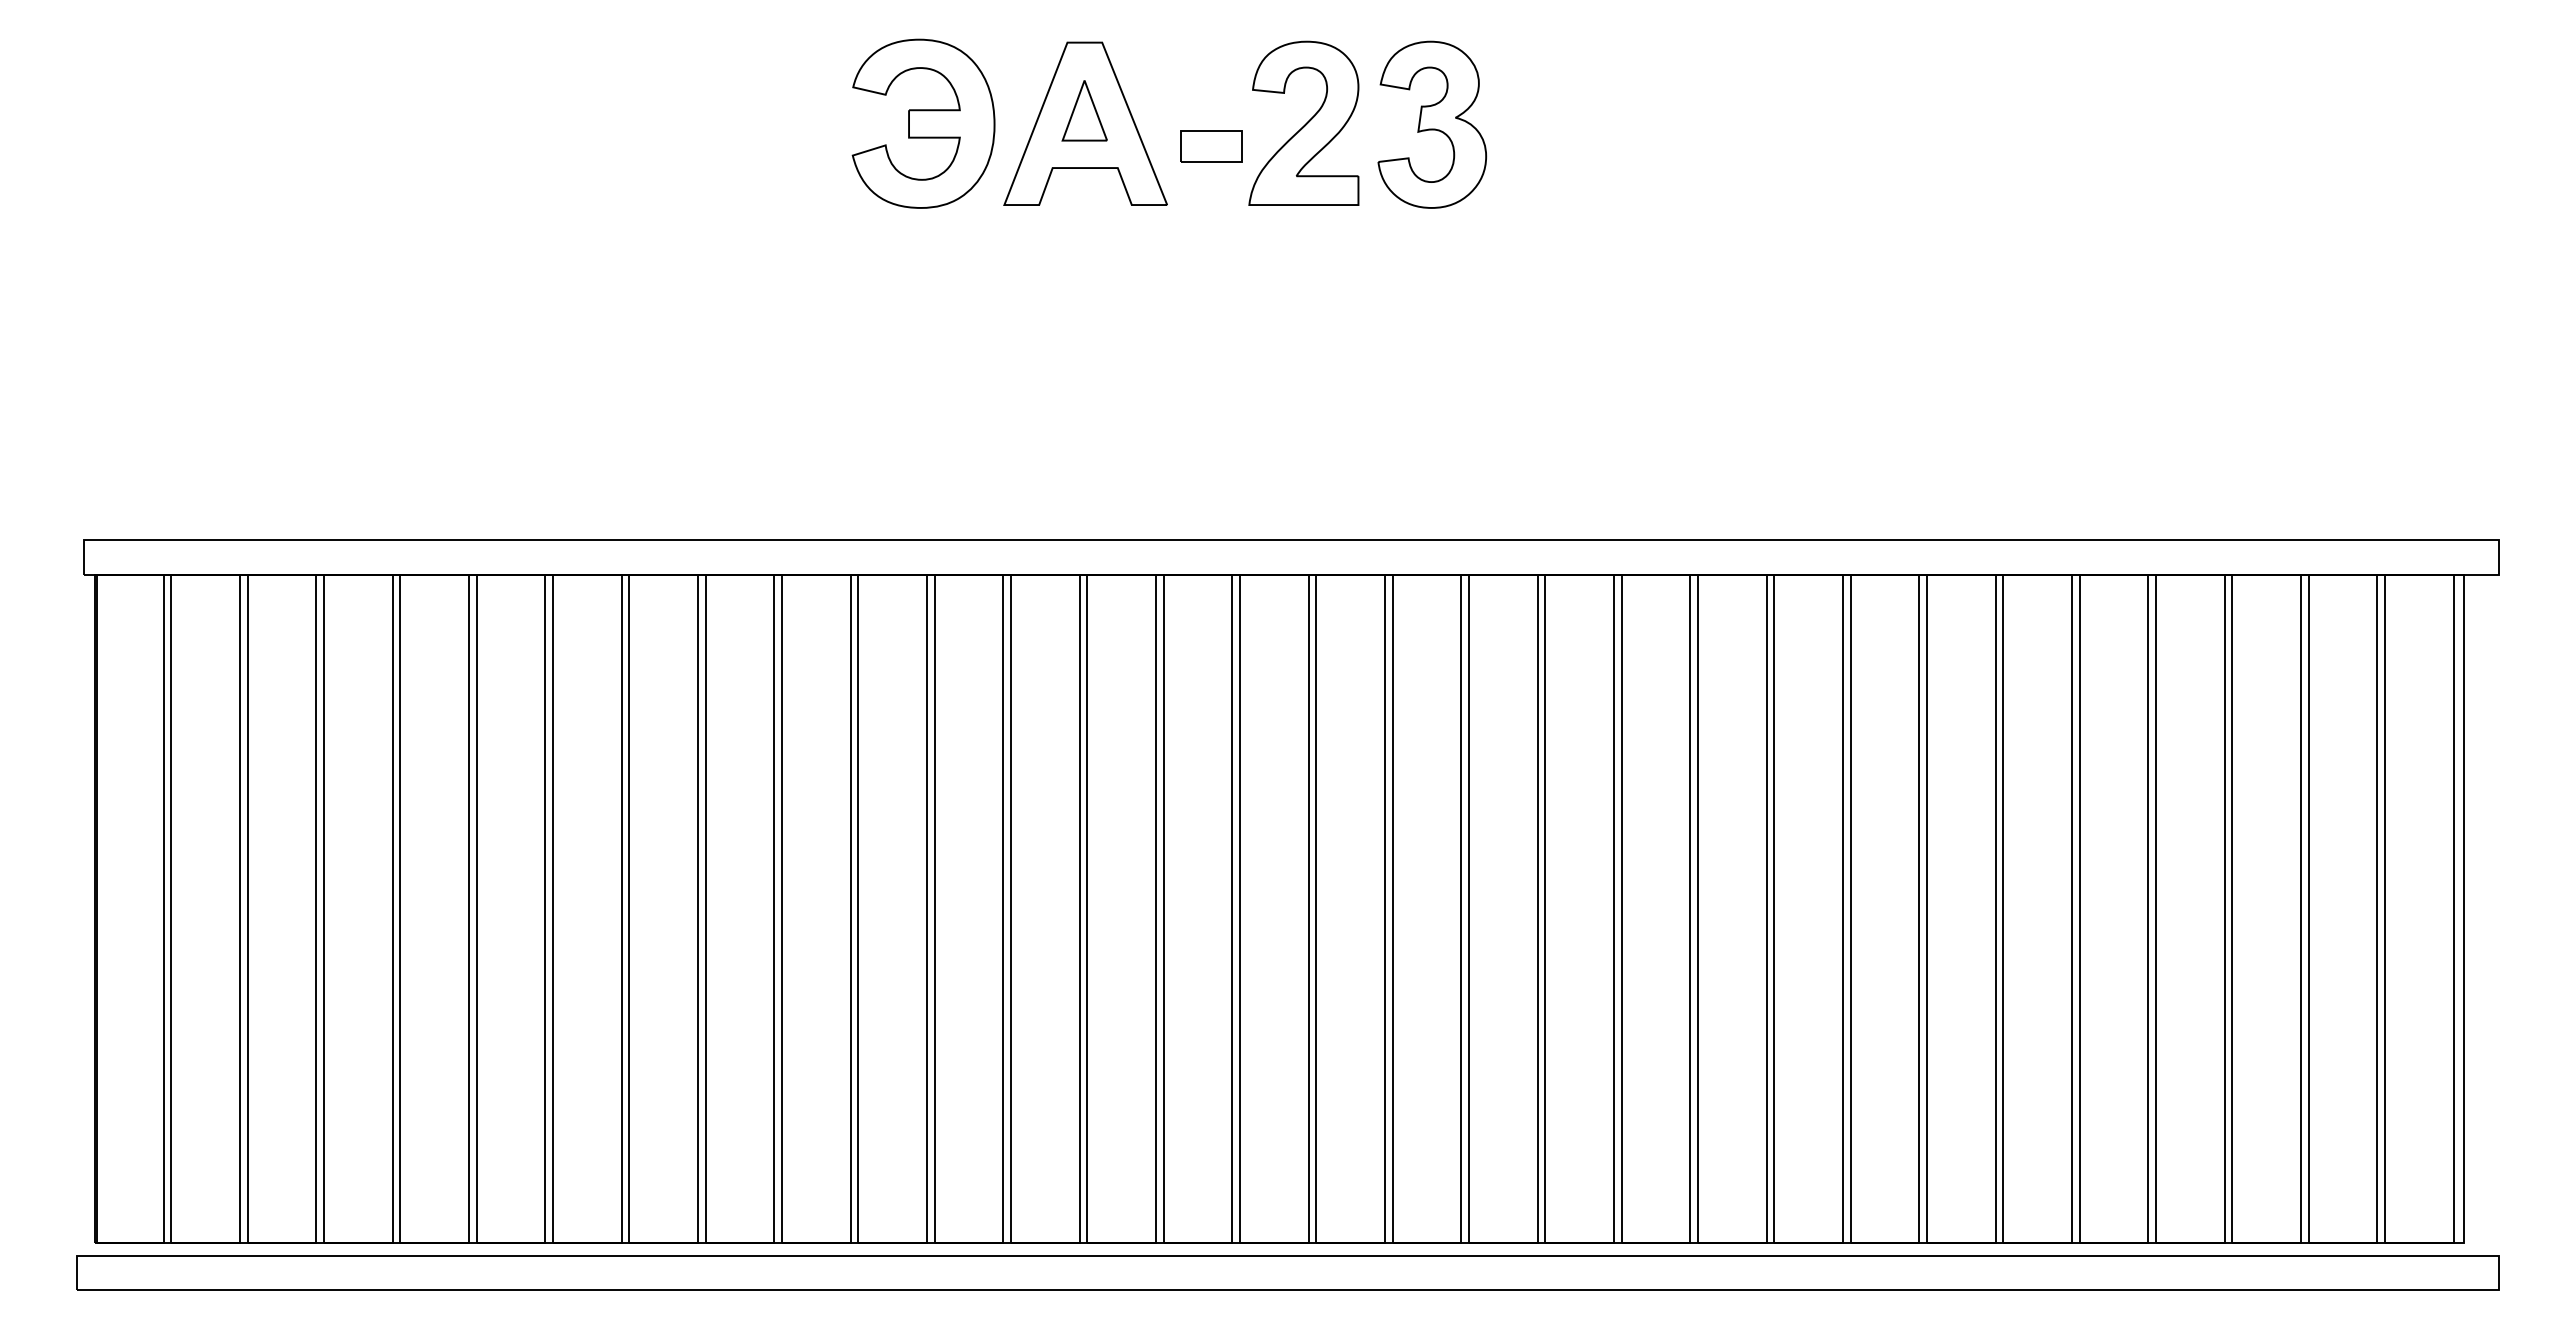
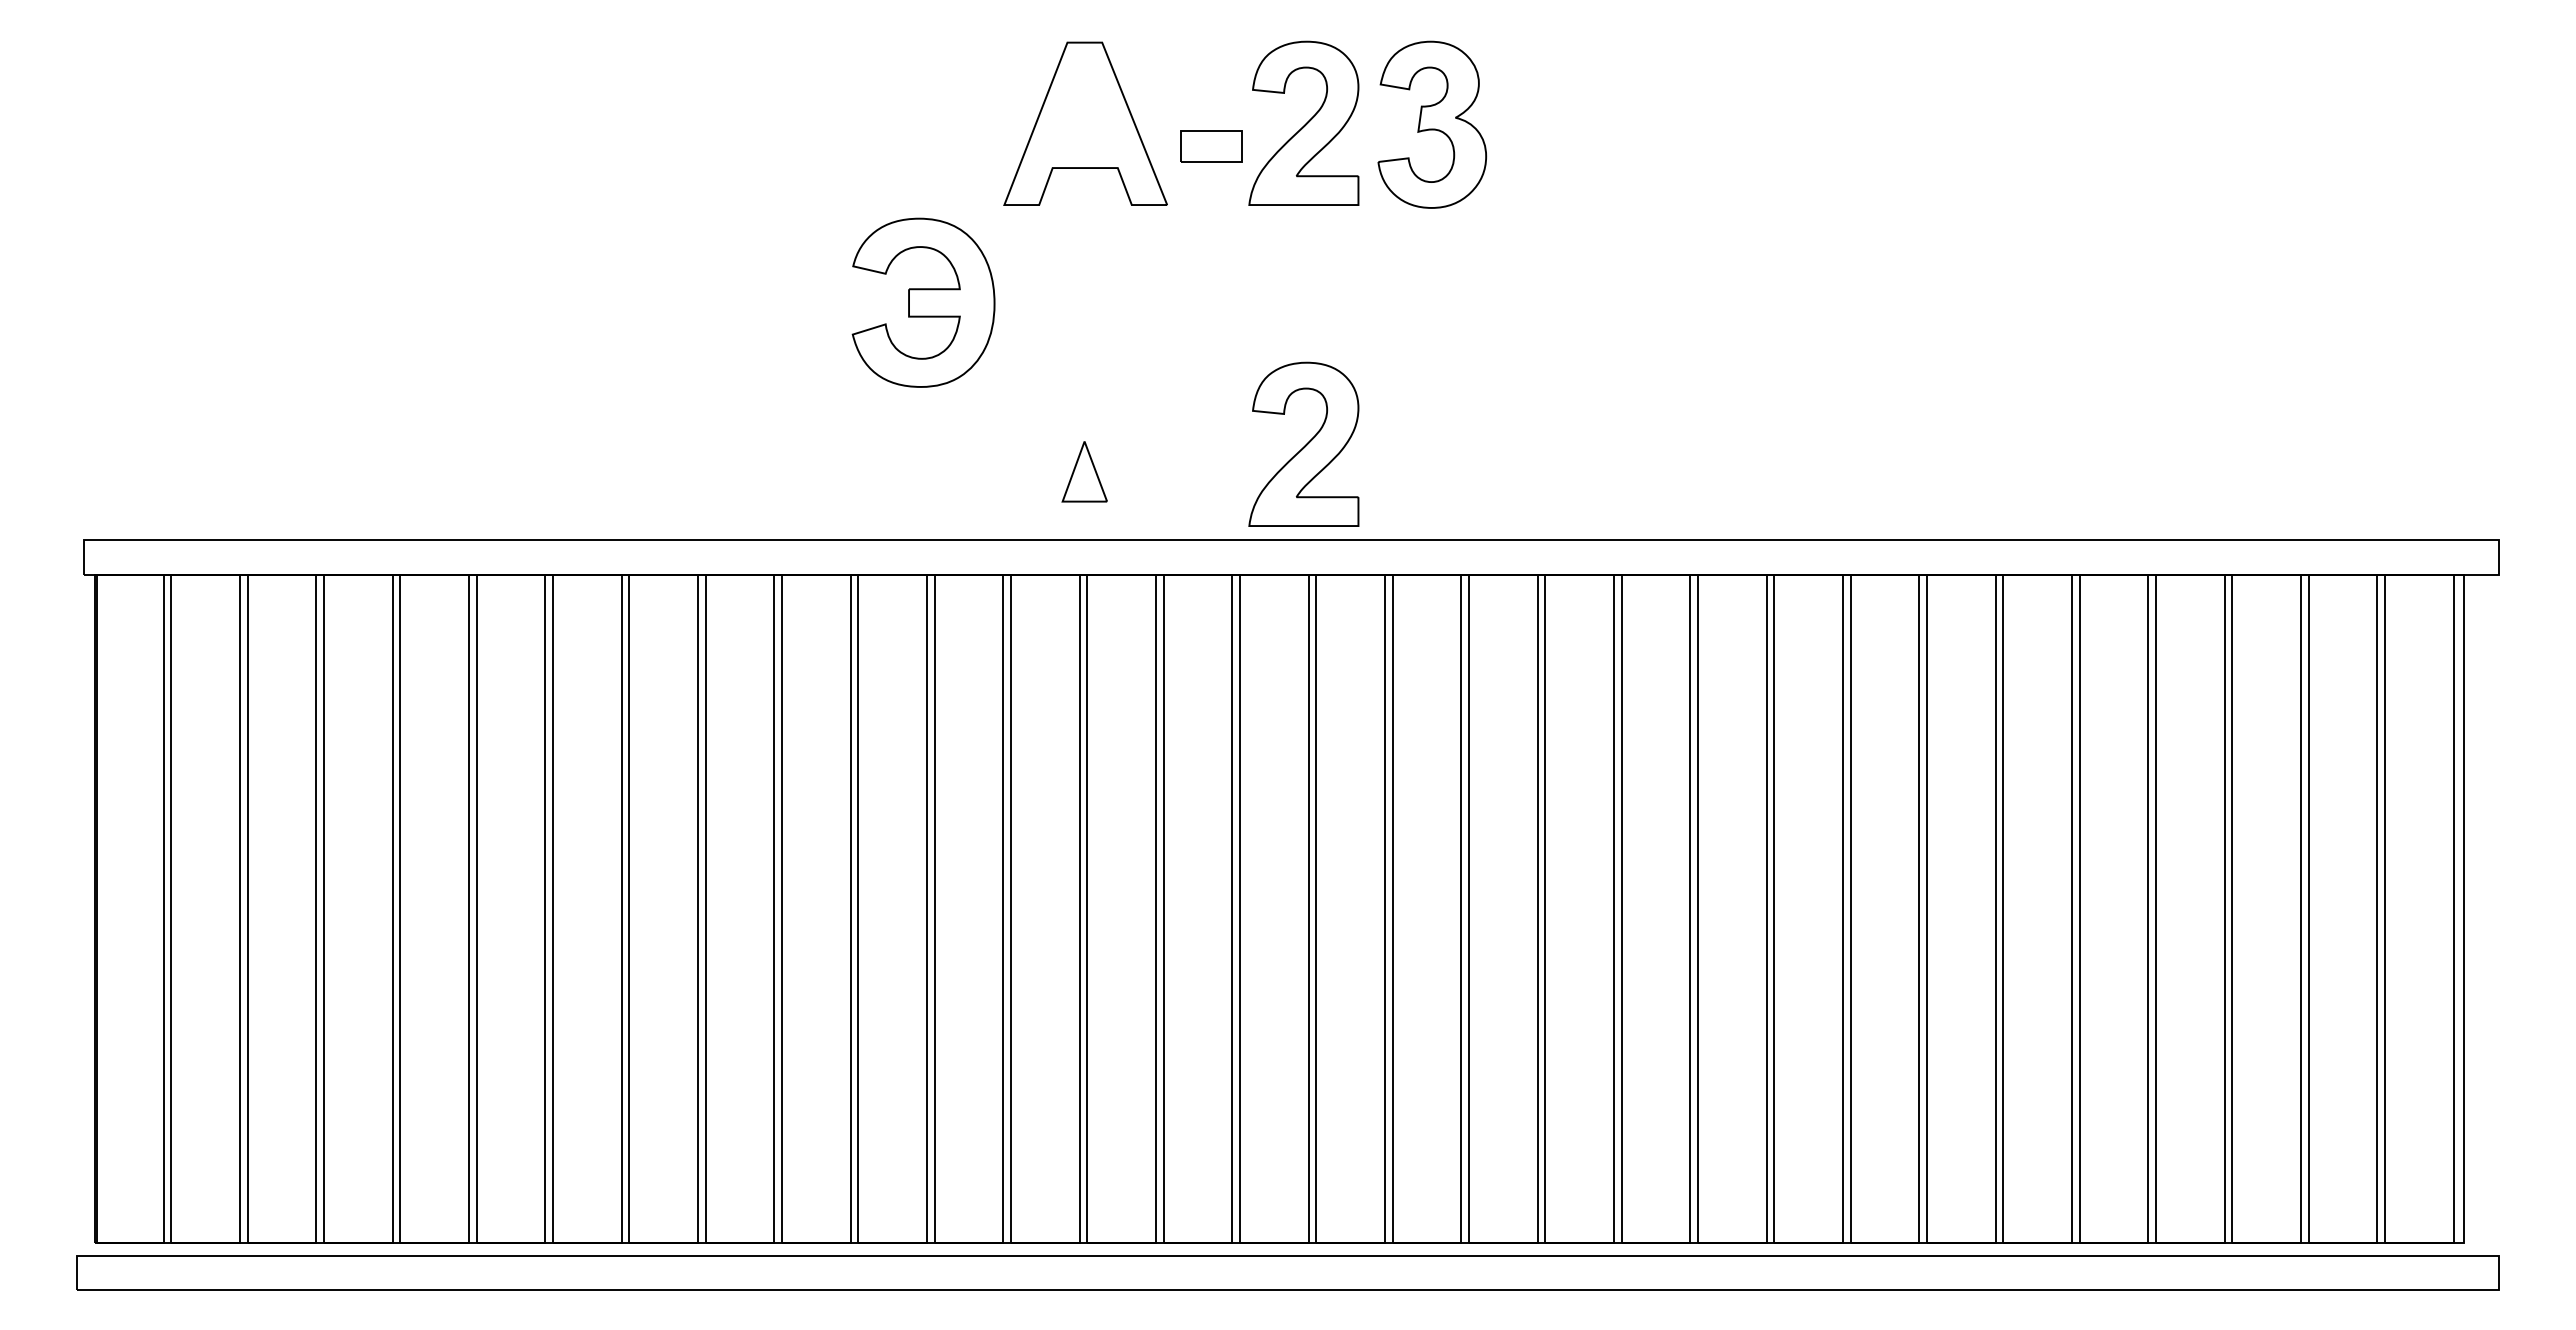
part at (1084, 110) position: (1084, 110) -> (1084, 471)
part at (923, 123) position: (923, 123) -> (923, 302)
part at (1303, 443): none -> present
